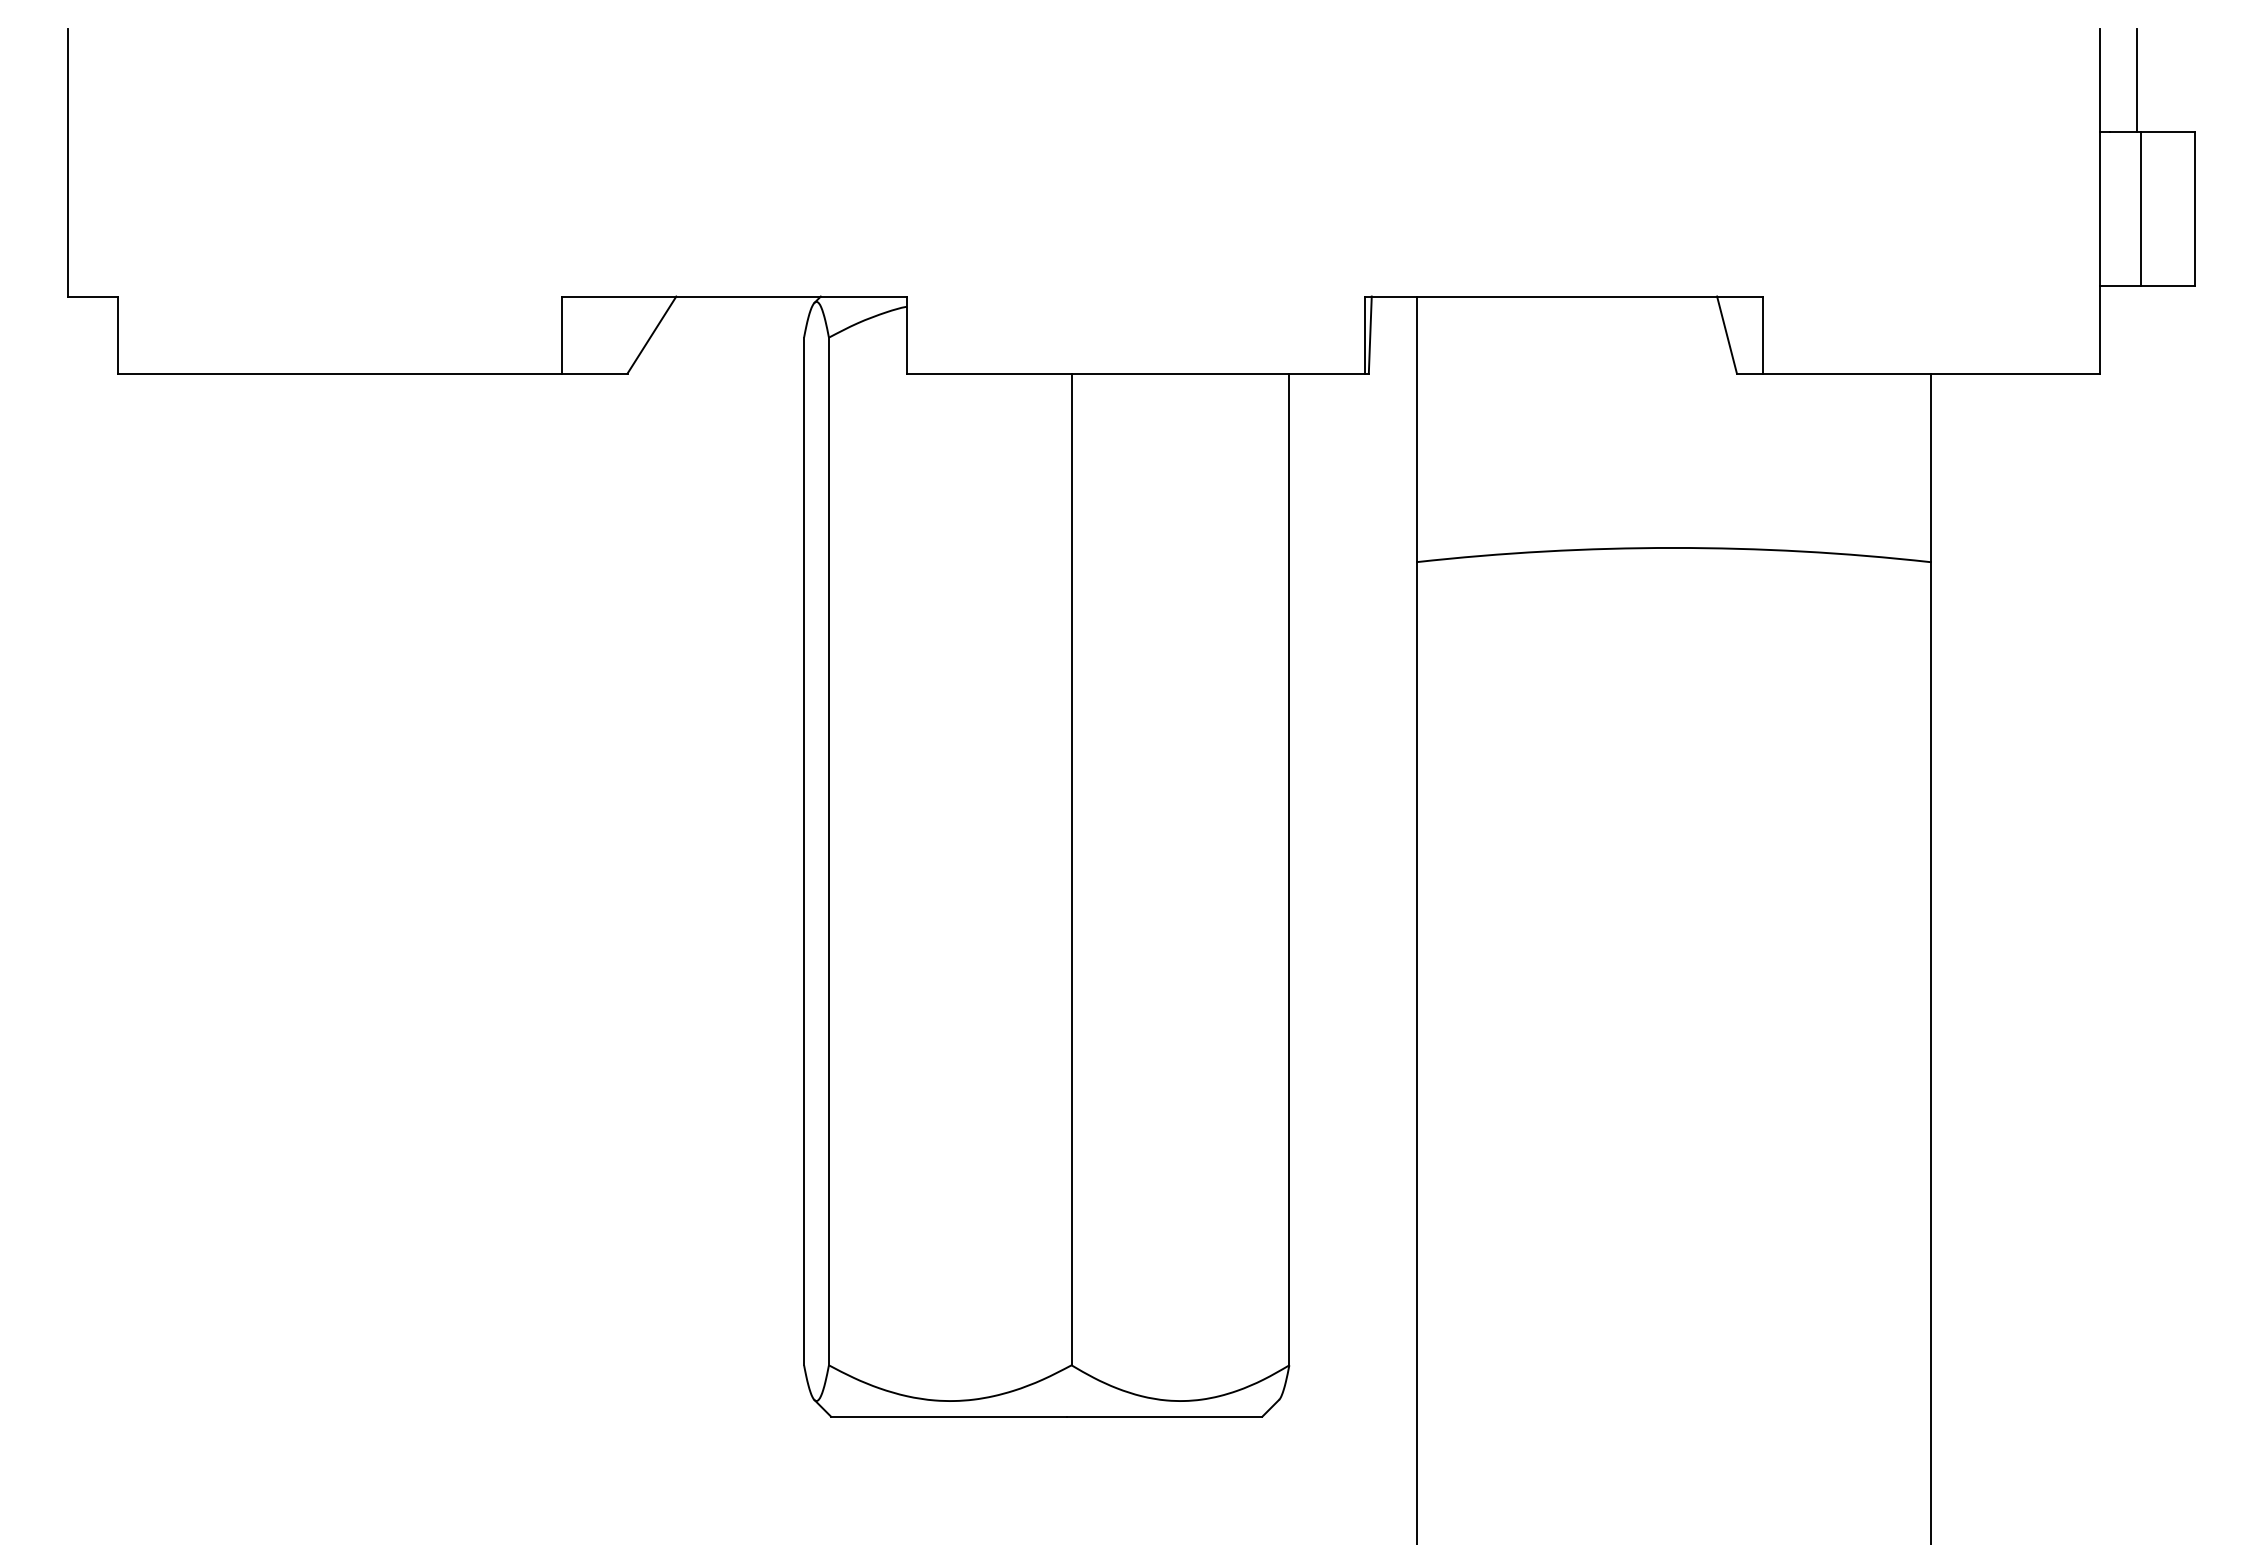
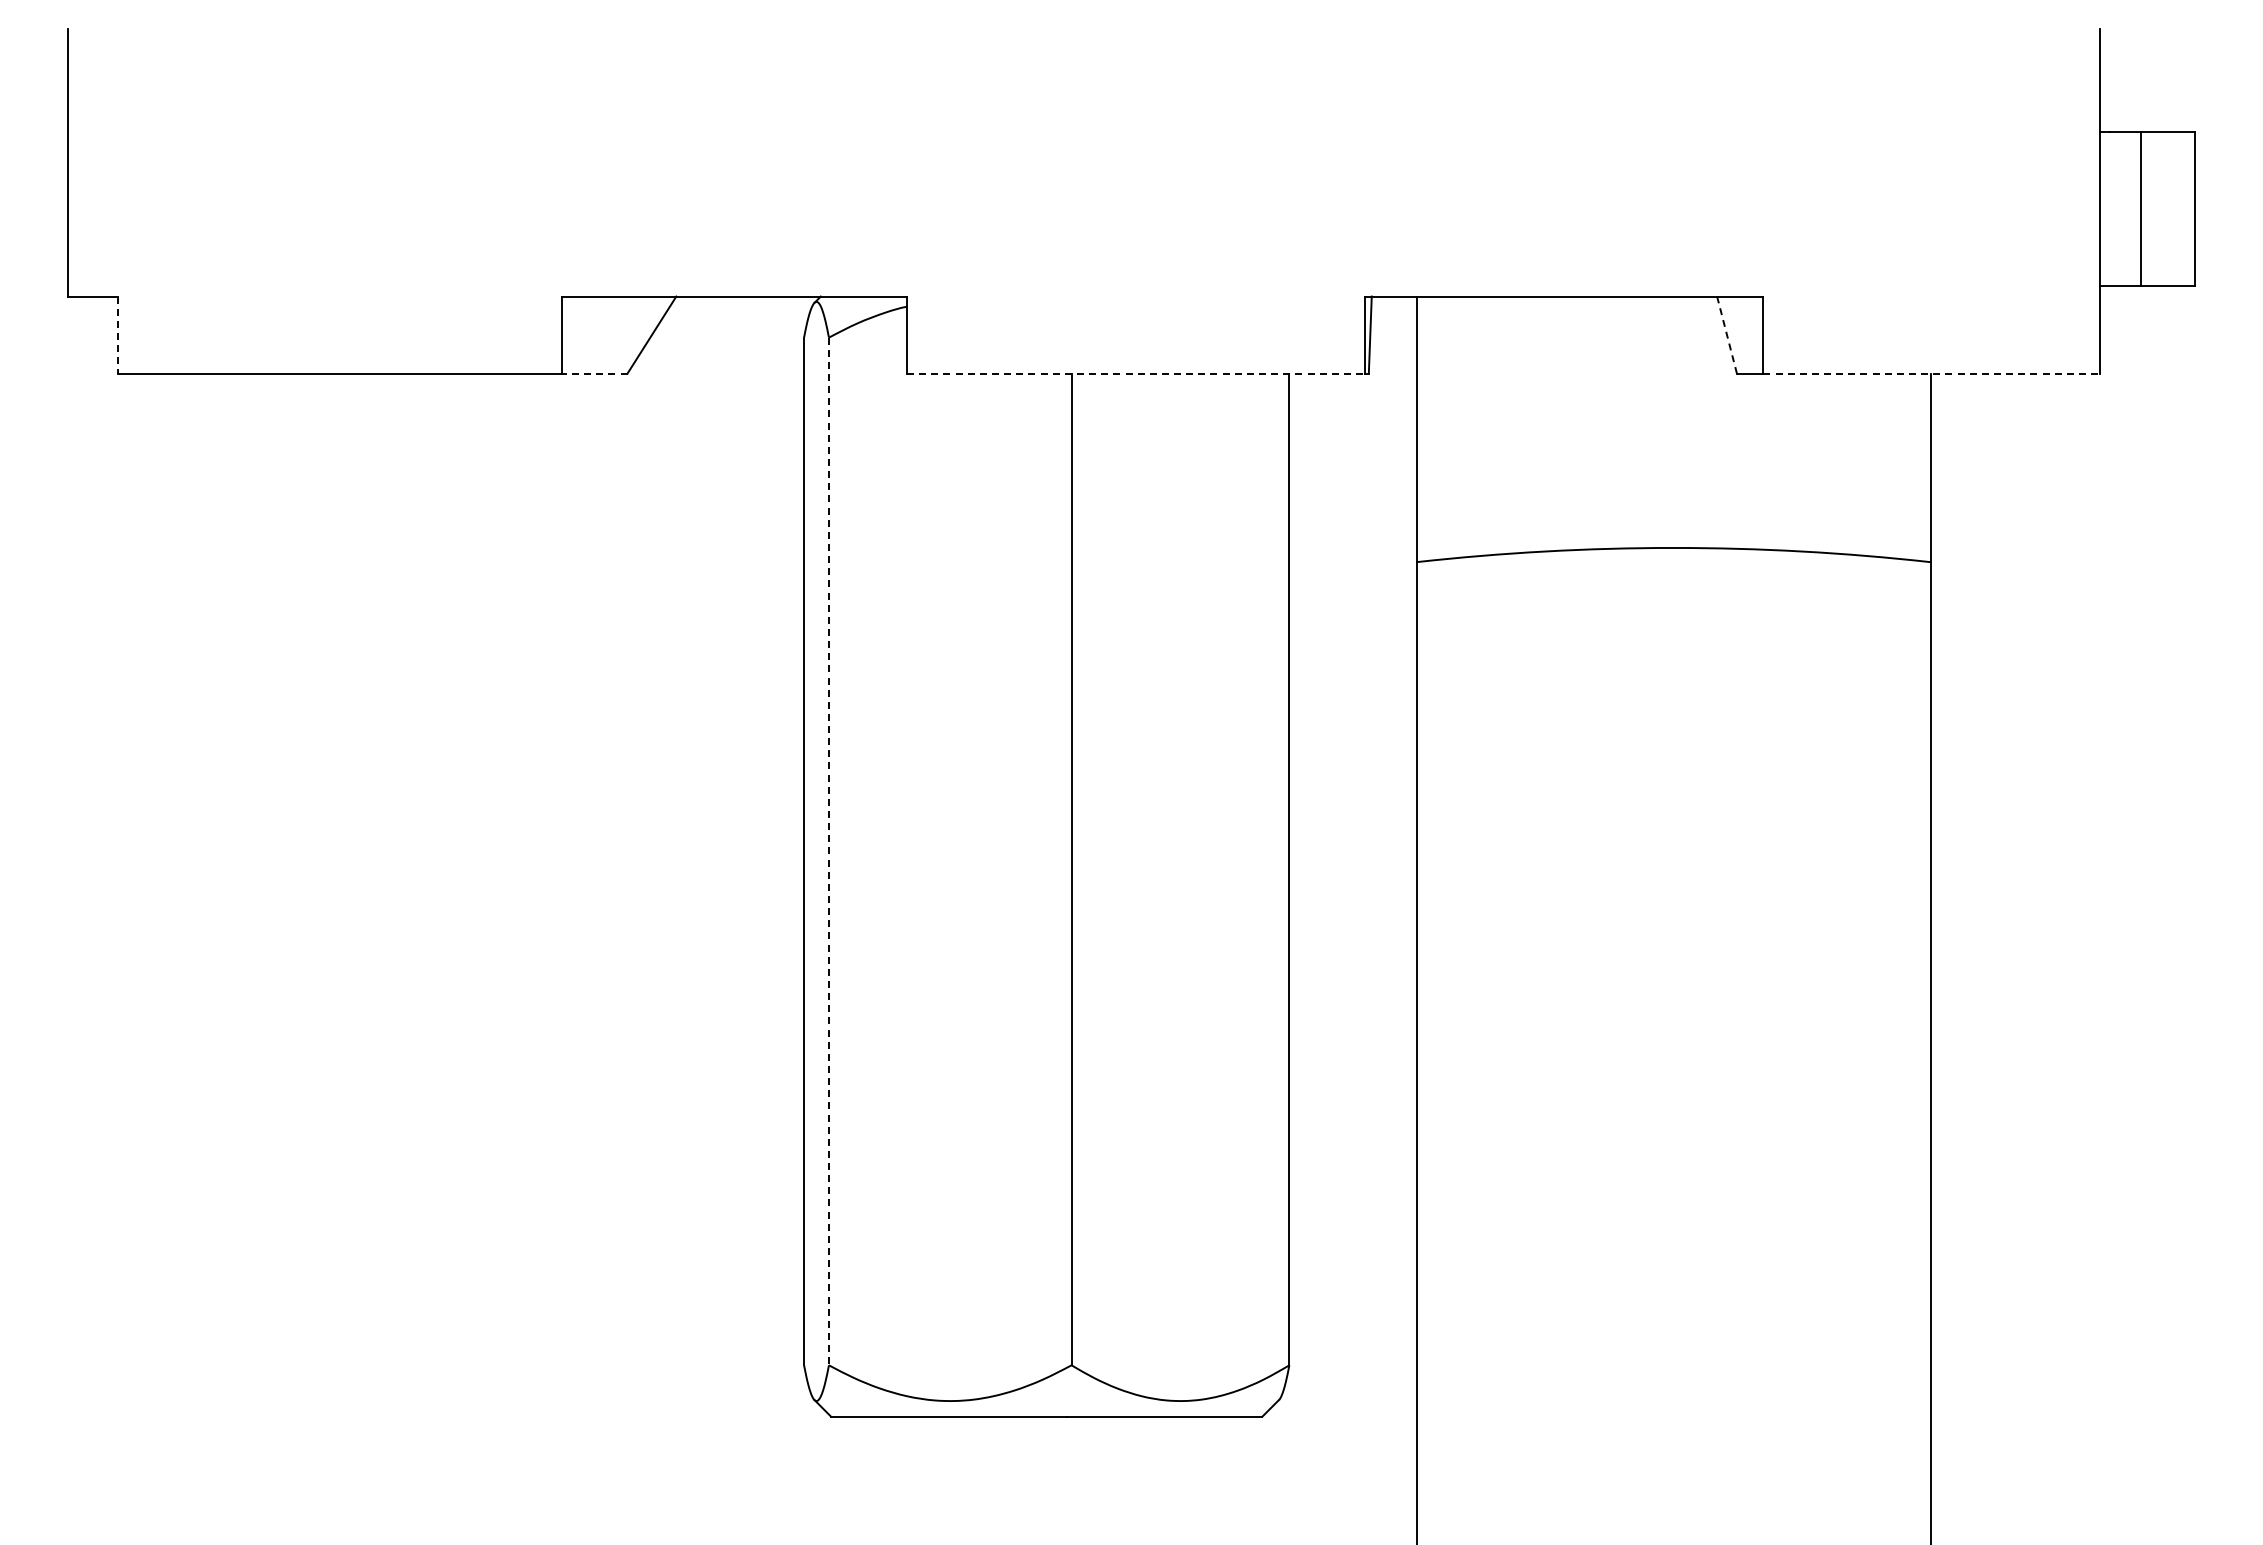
line at (2137, 80): present -> none
line at (118, 335): solid -> dashed
line at (1727, 335): solid -> dashed
line at (594, 373): solid -> dashed
line at (1135, 373): solid -> dashed
line at (1932, 373): solid -> dashed
line at (828, 851): solid -> dashed
